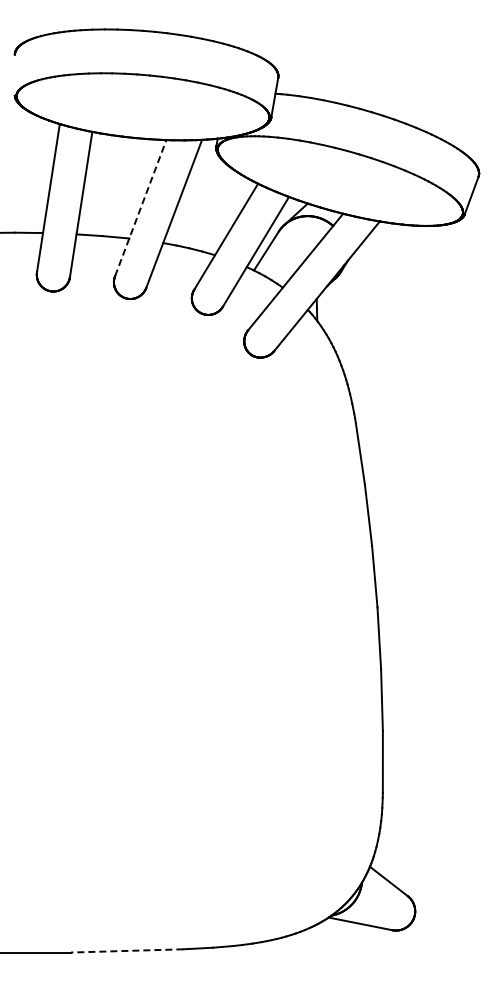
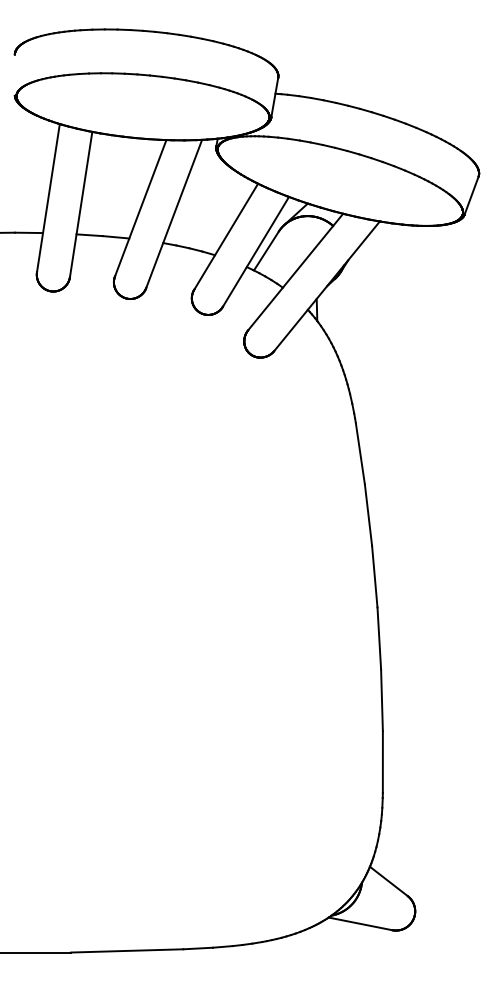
line at (140, 208): dashed -> solid
line at (126, 950): dashed -> solid
